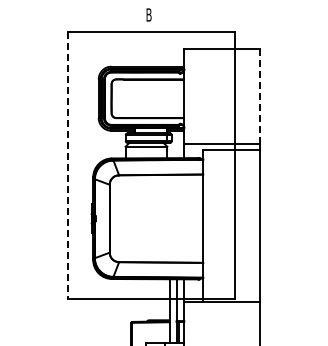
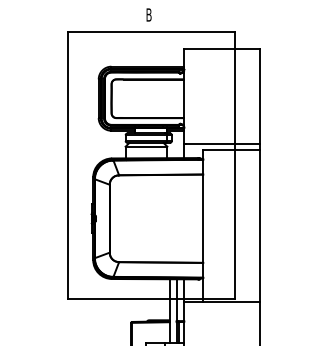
line at (260, 96): dashed -> solid
line at (67, 165): dashed -> solid
